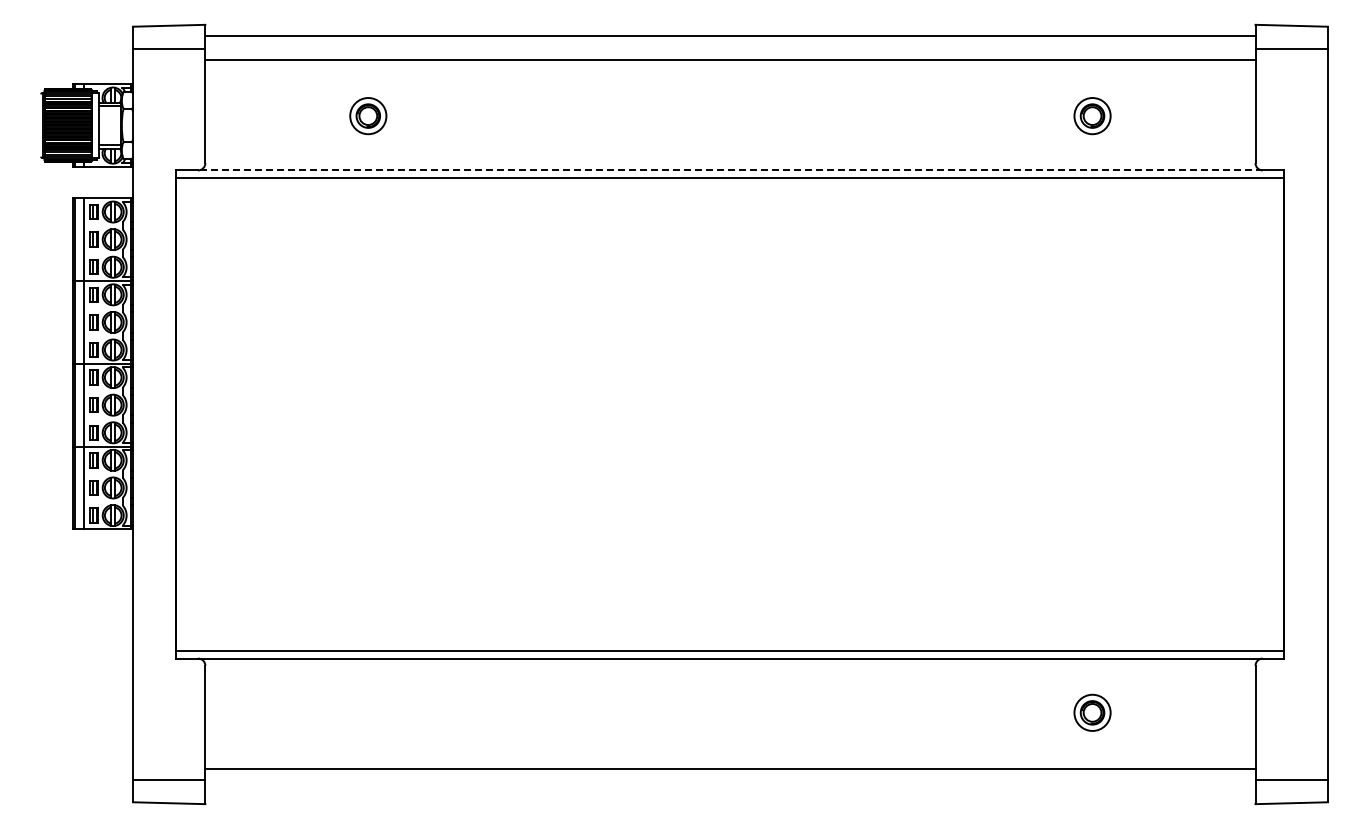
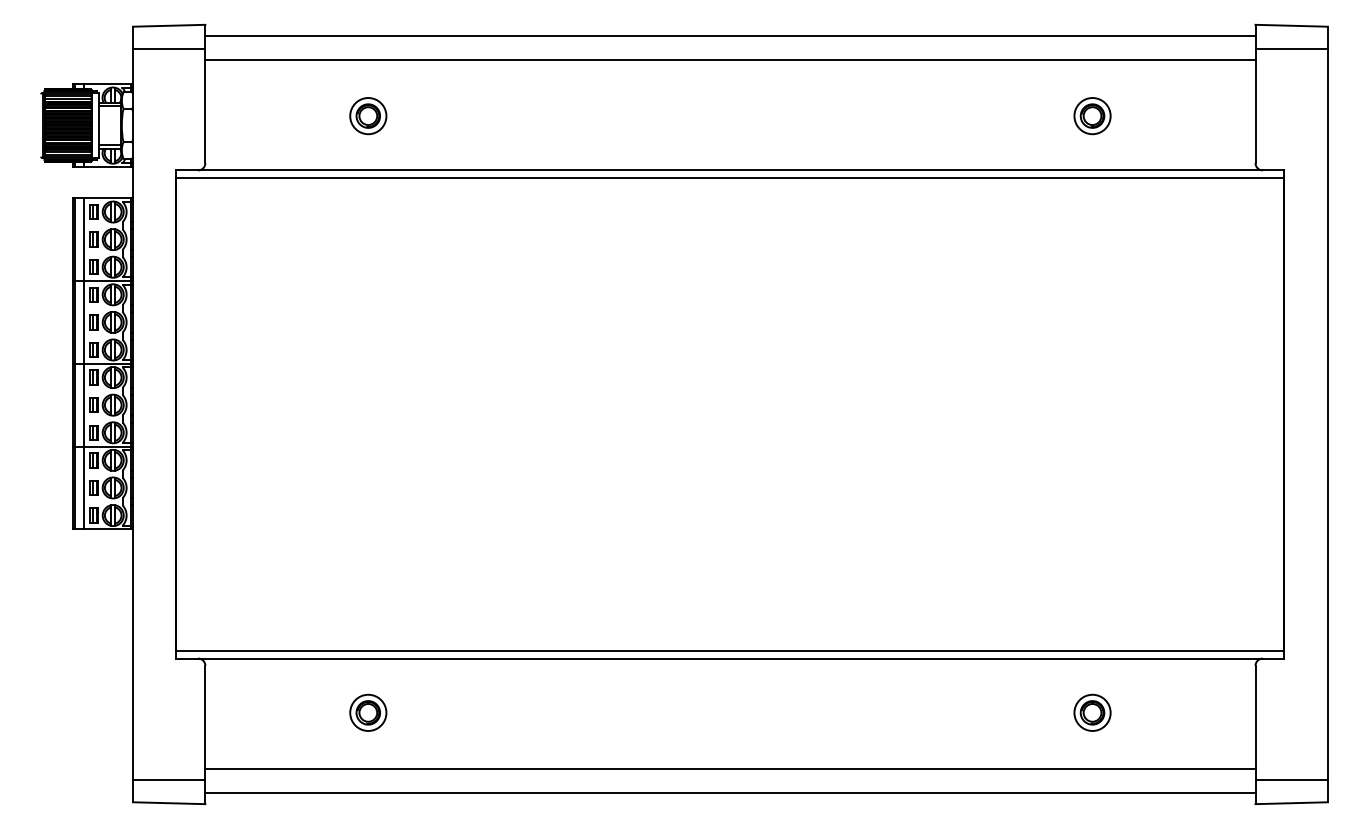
line at (729, 170): dashed -> solid
part at (368, 712): none -> present
line at (730, 792): none -> present
